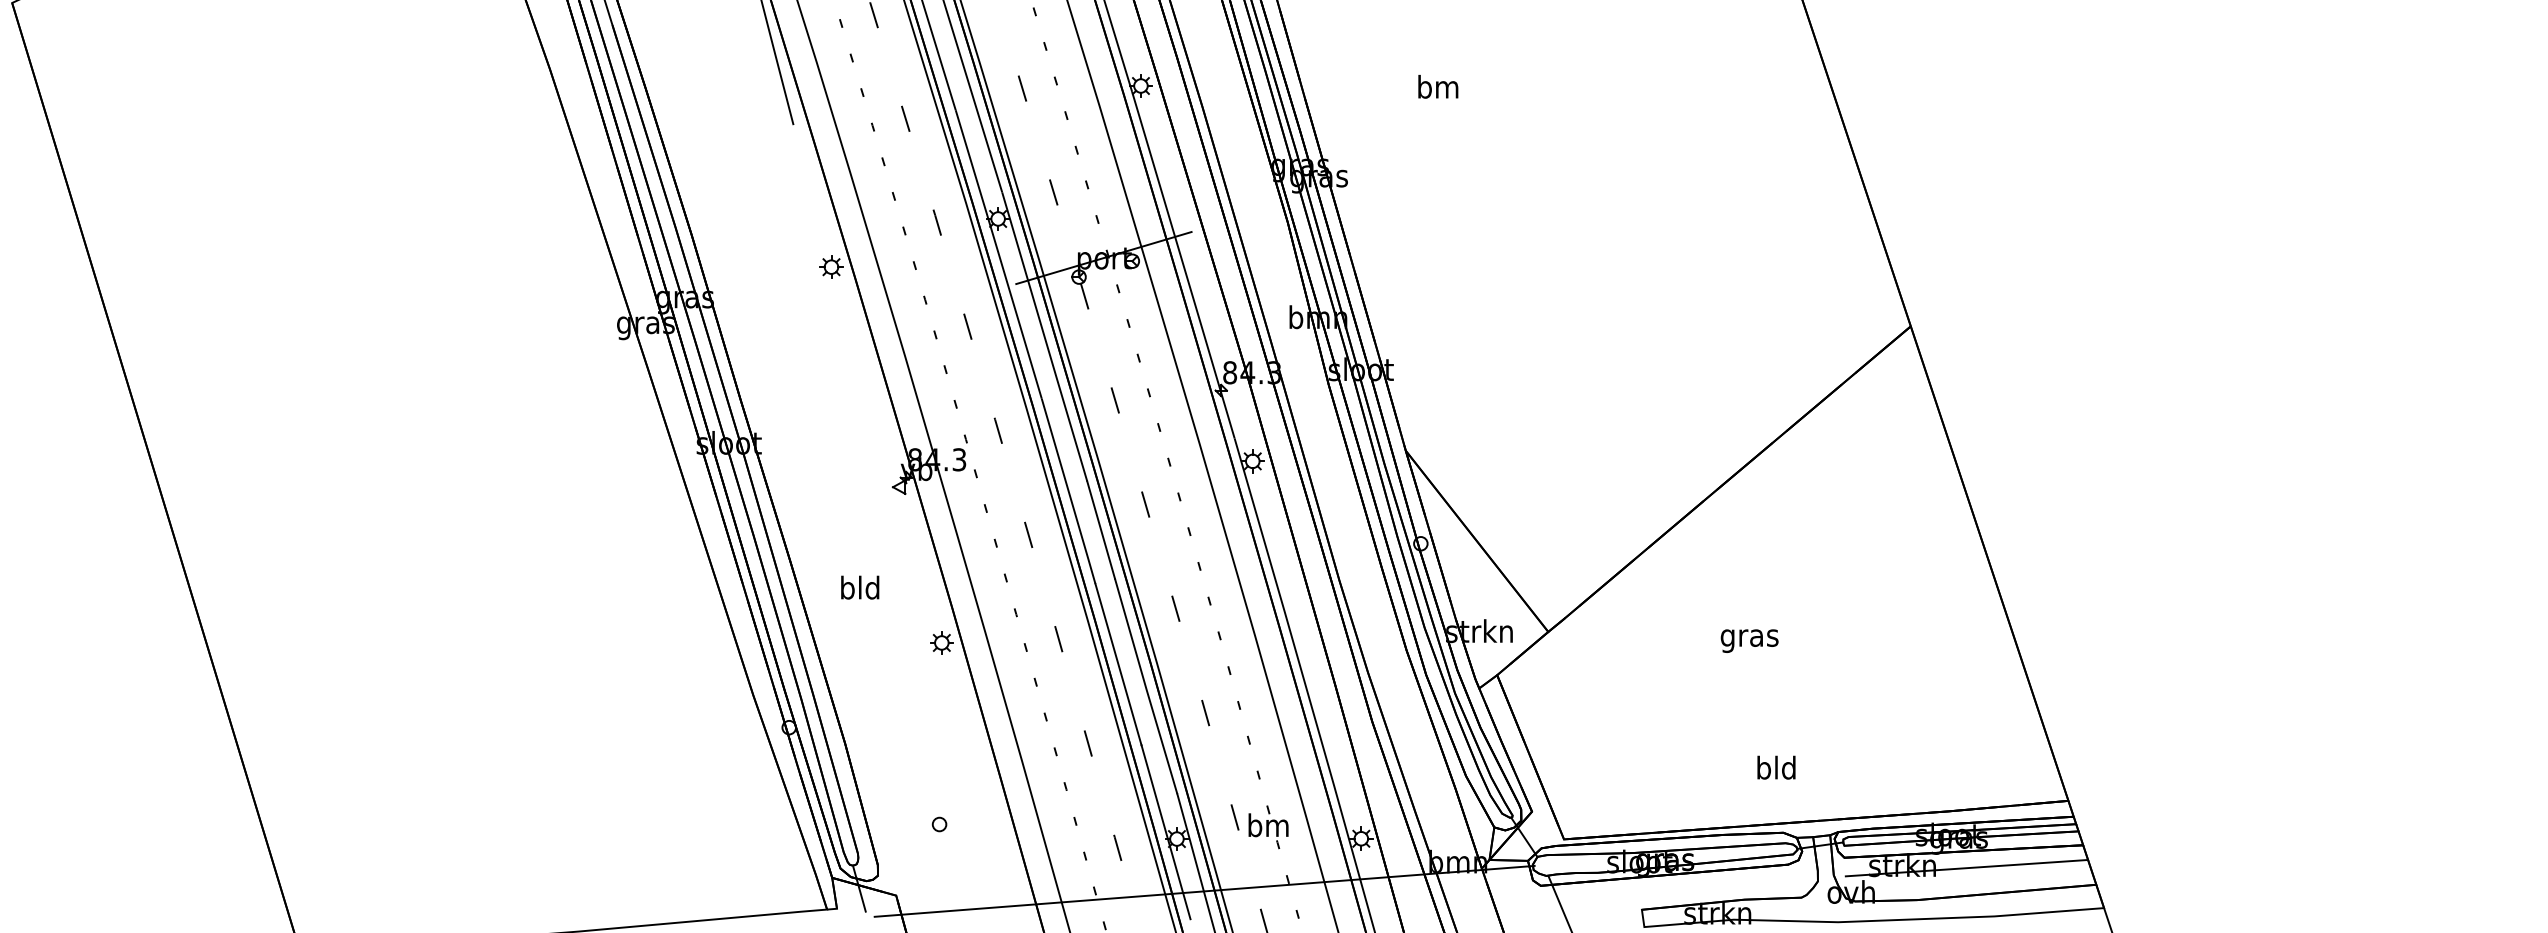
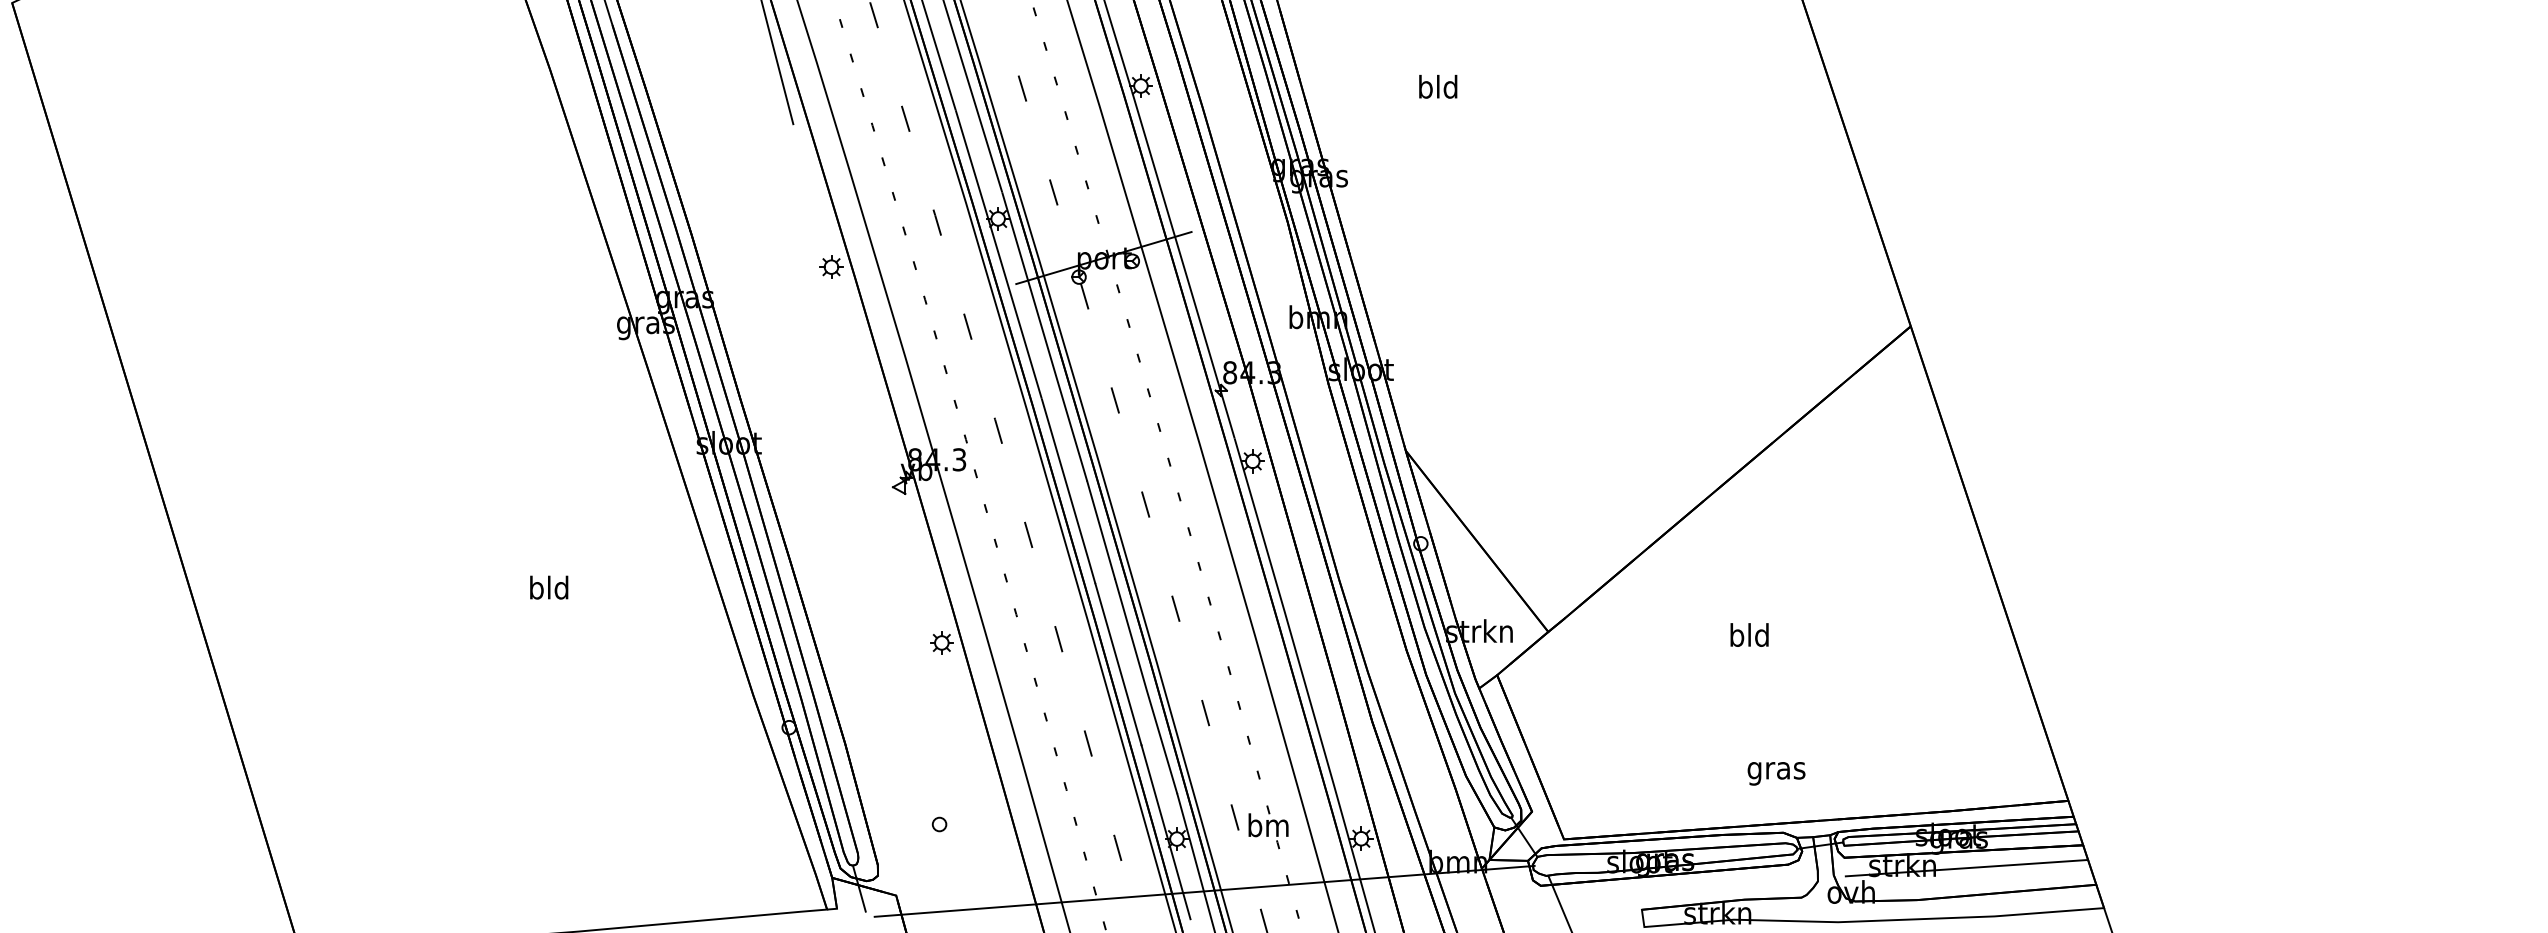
text at (1438, 86): bm -> bld
text at (860, 587) position: (860, 587) -> (549, 587)
text at (1749, 637): gras -> bld
text at (1776, 770): bld -> gras
